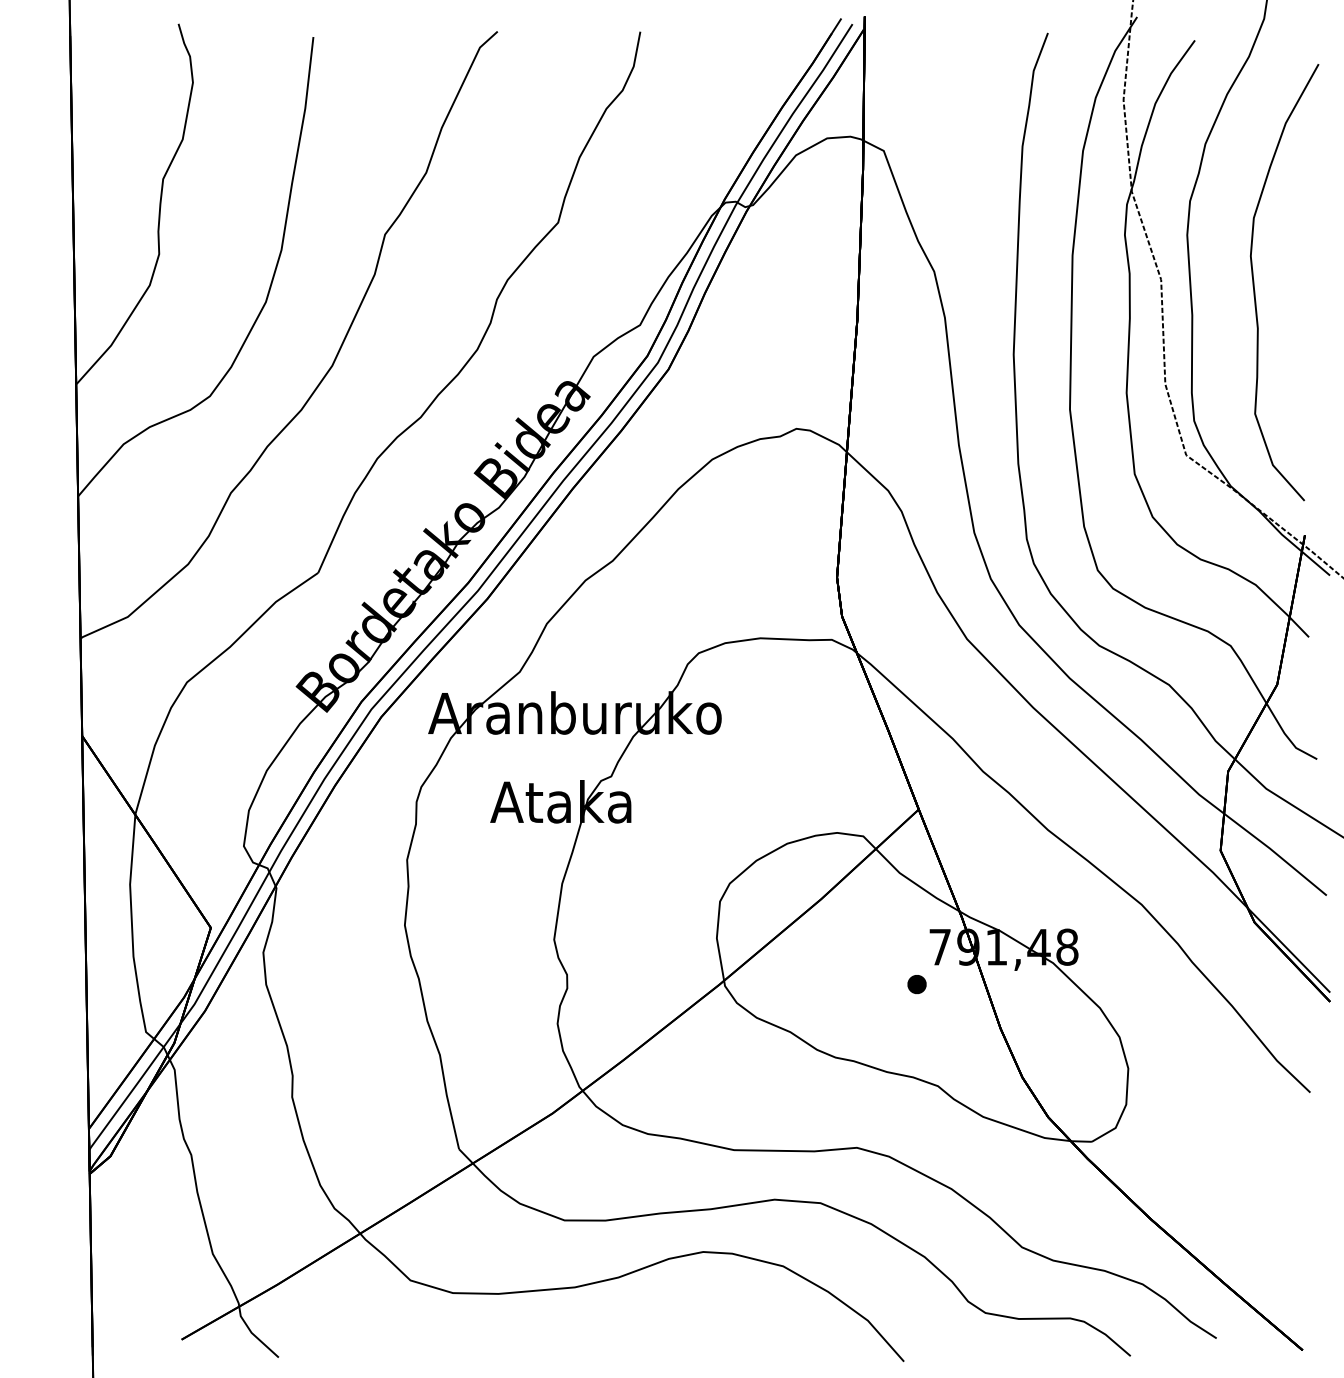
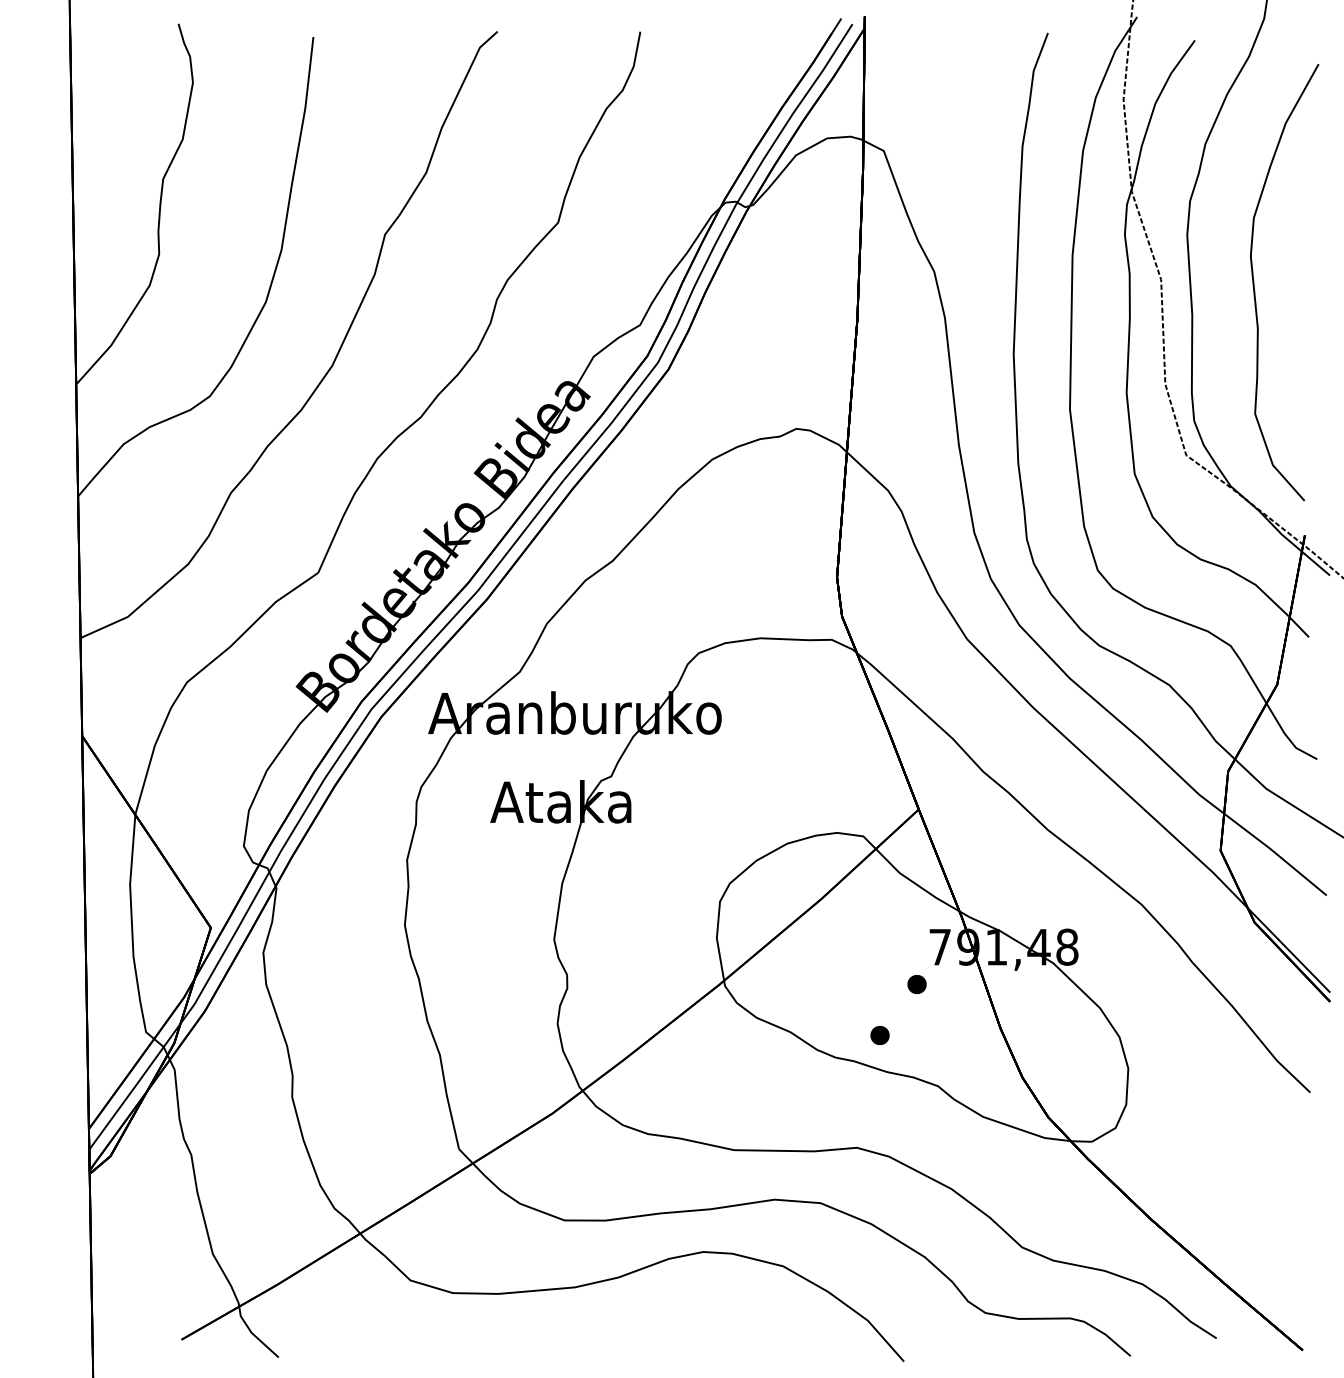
part at (879, 1035): none -> present
